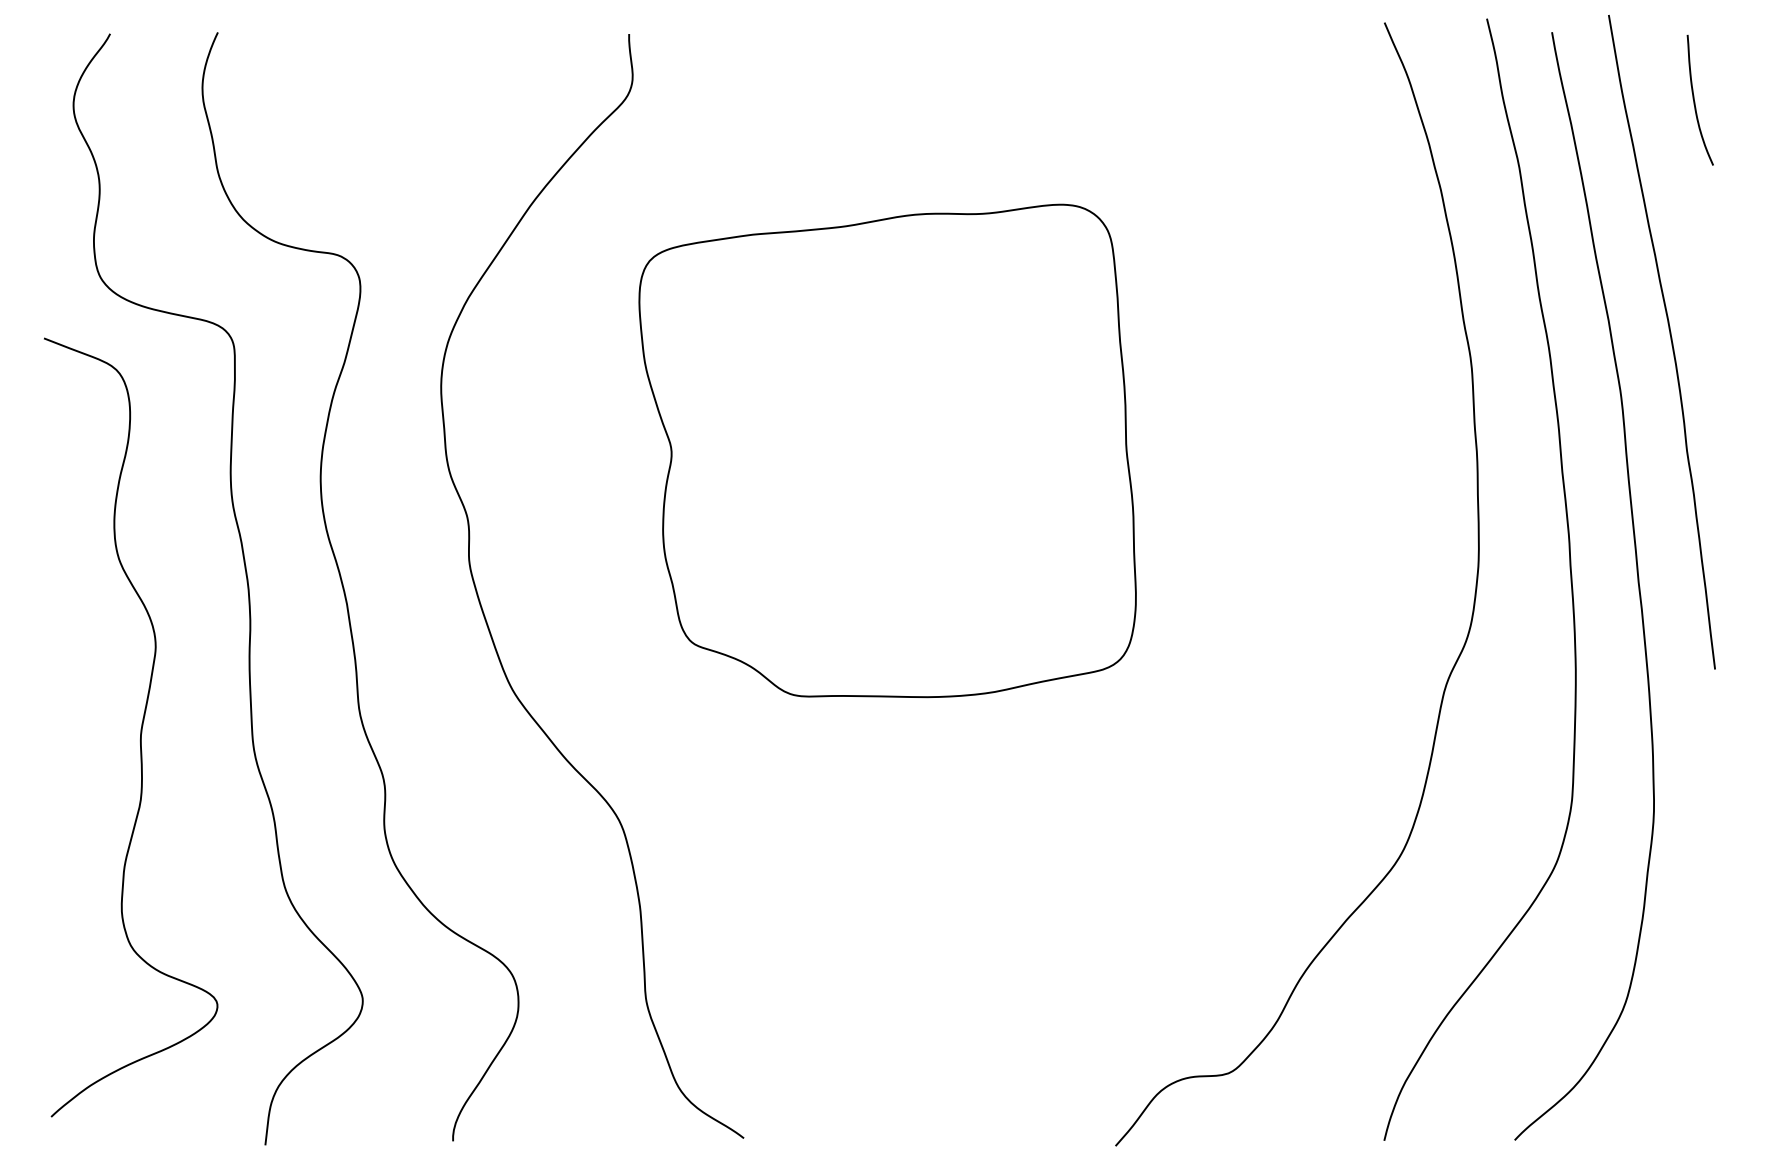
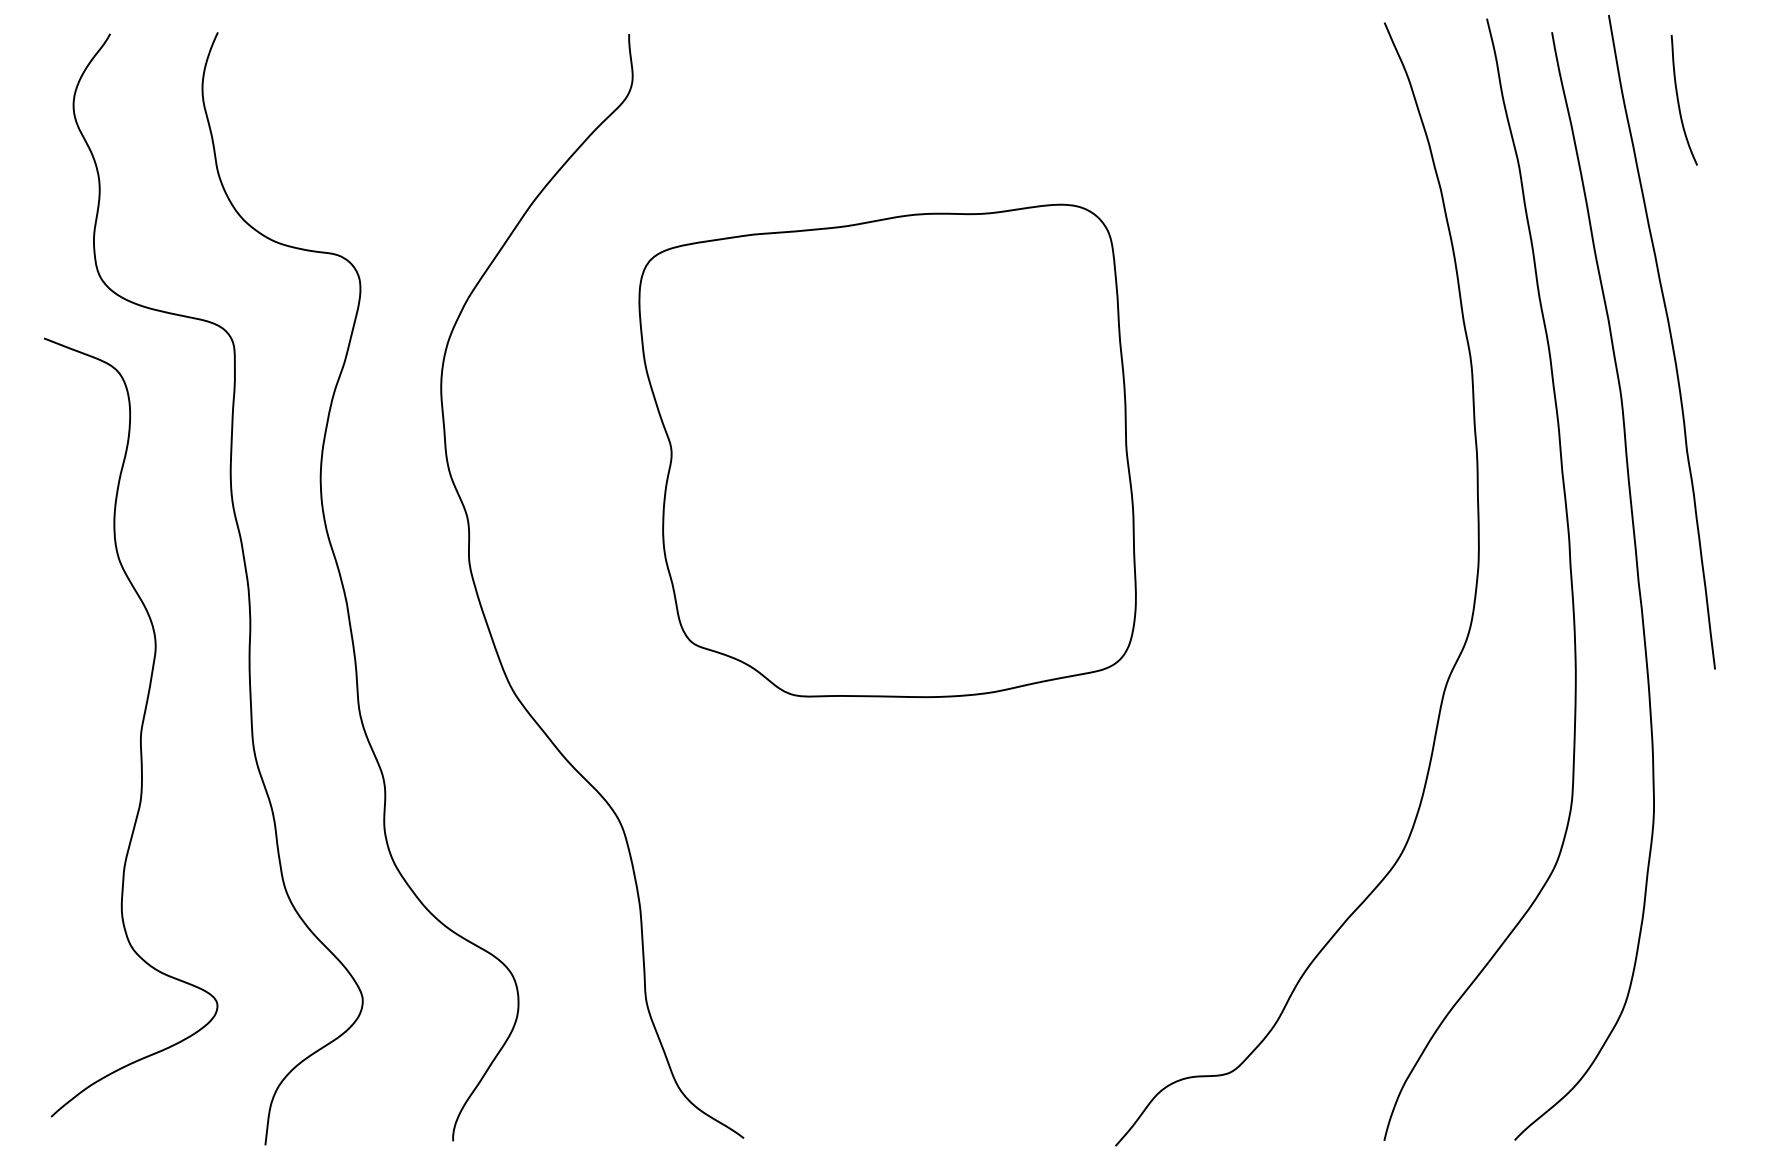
curve at (1695, 101) position: (1695, 101) -> (1679, 101)
